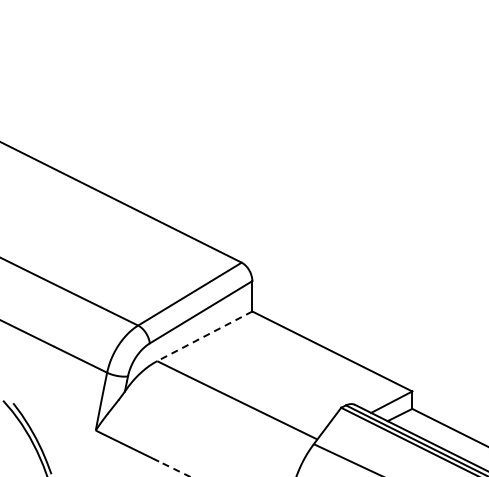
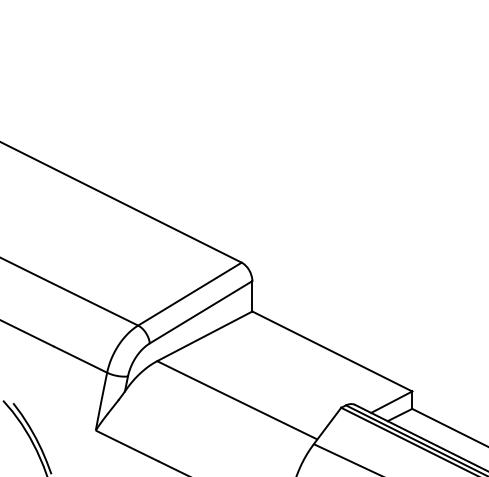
line at (204, 336): dashed -> solid
line at (174, 468): dashed -> solid
